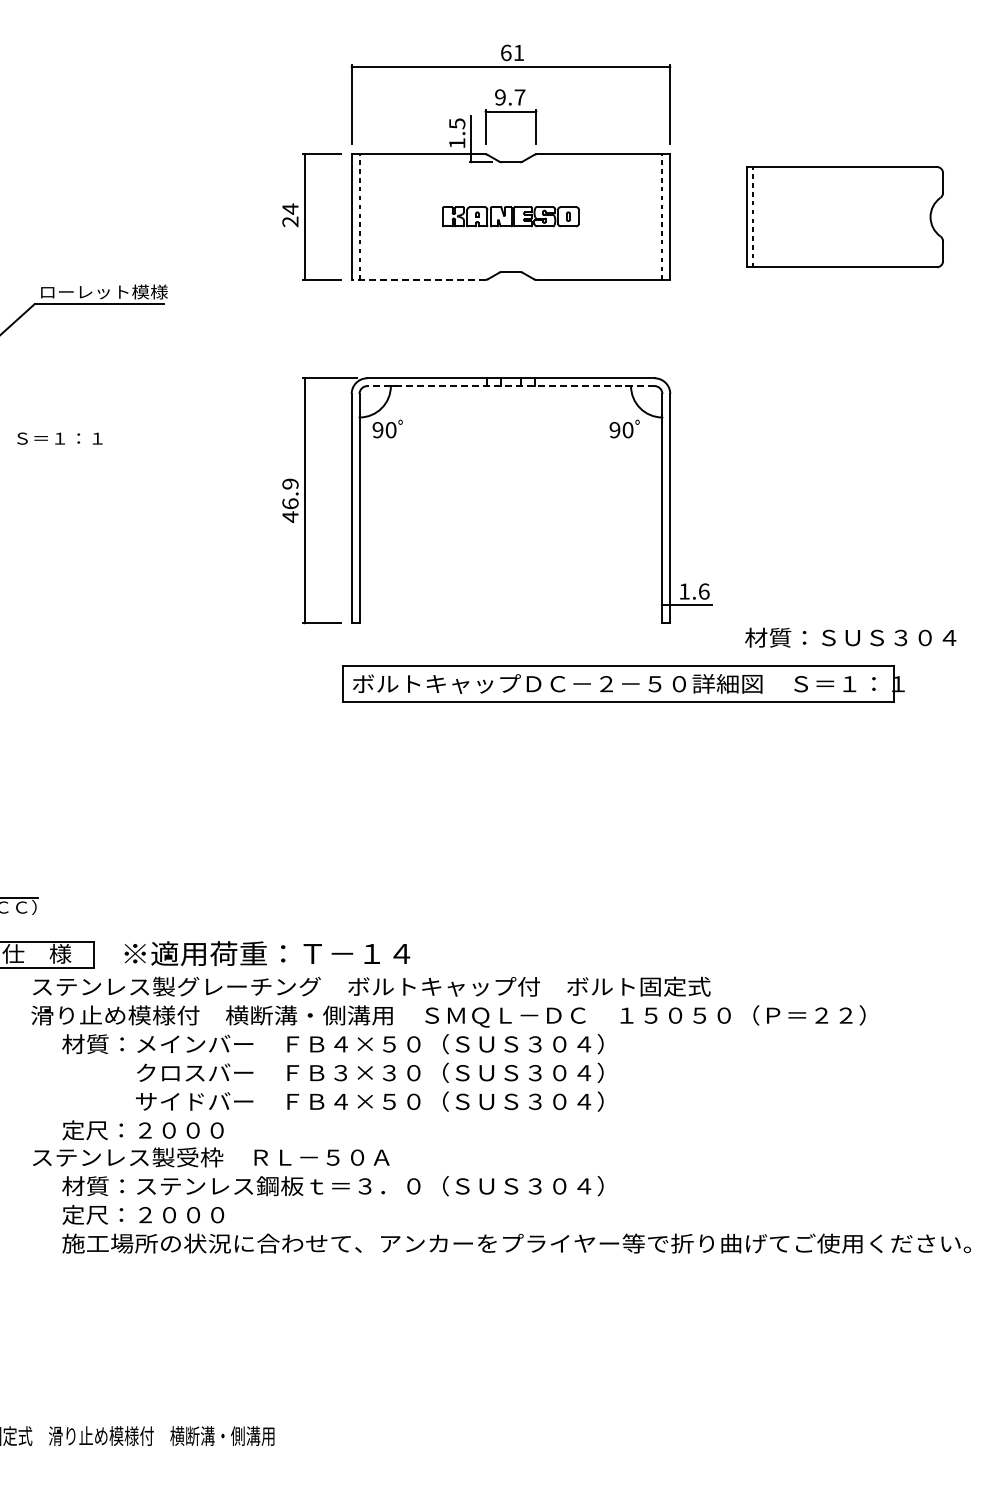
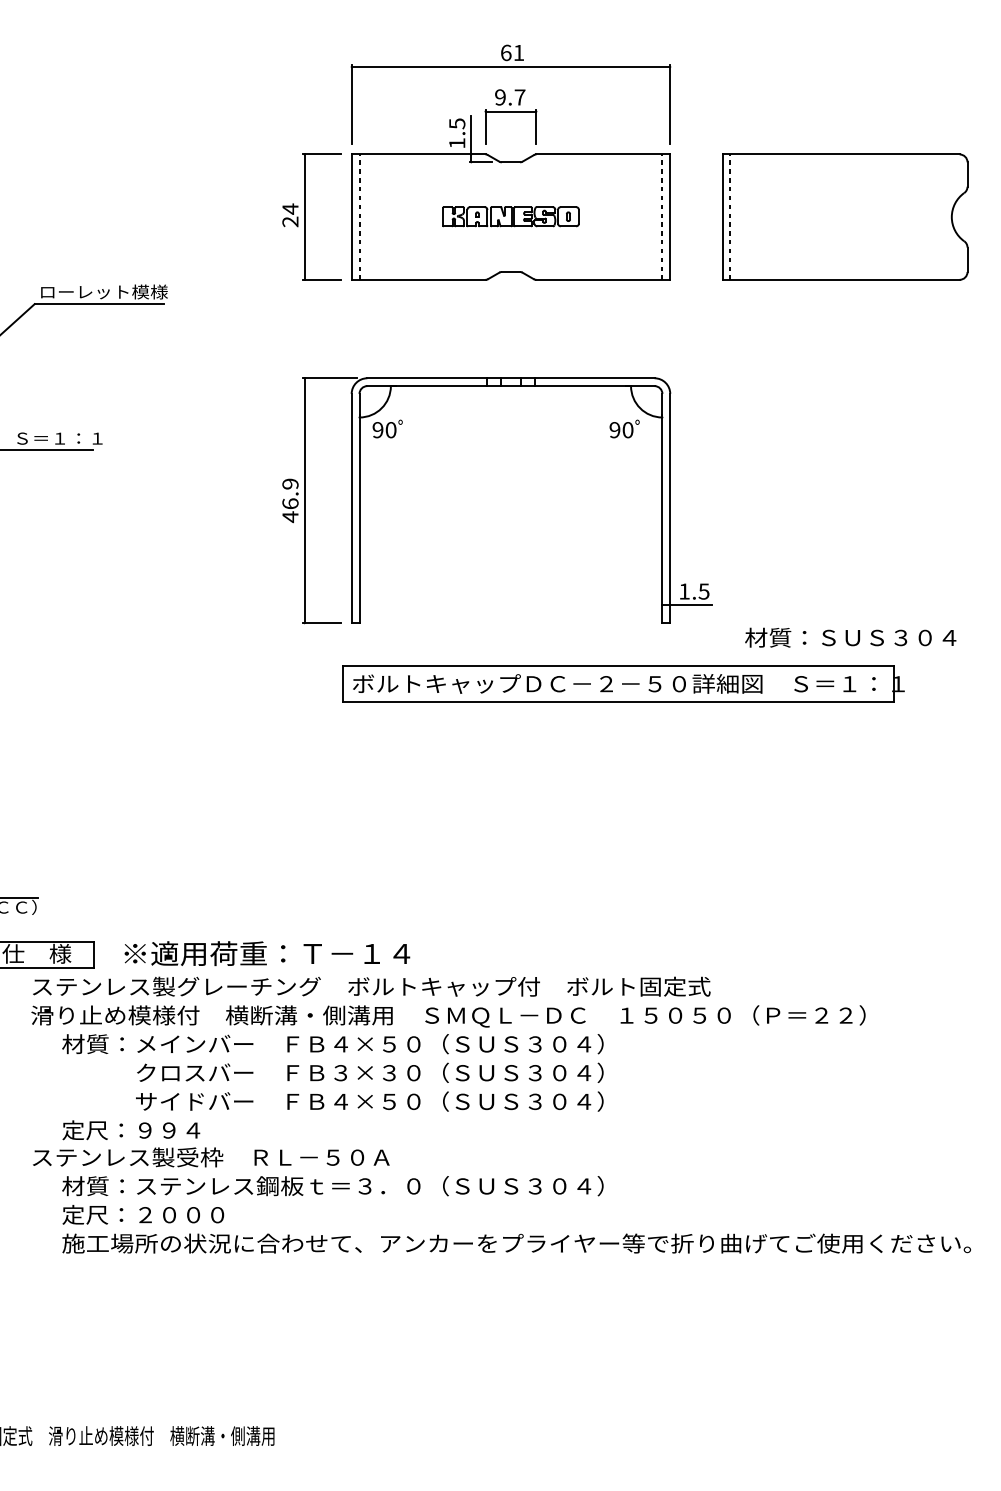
part at (844, 217) size: 198x103 px -> 247x128 px
line at (418, 279): dashed -> solid
line at (510, 386): dashed -> solid
line at (47, 450): none -> present
text at (703, 591): 1.6 -> 1.5
text at (181, 1130): 定尺：２０００ -> 定尺：９９４
